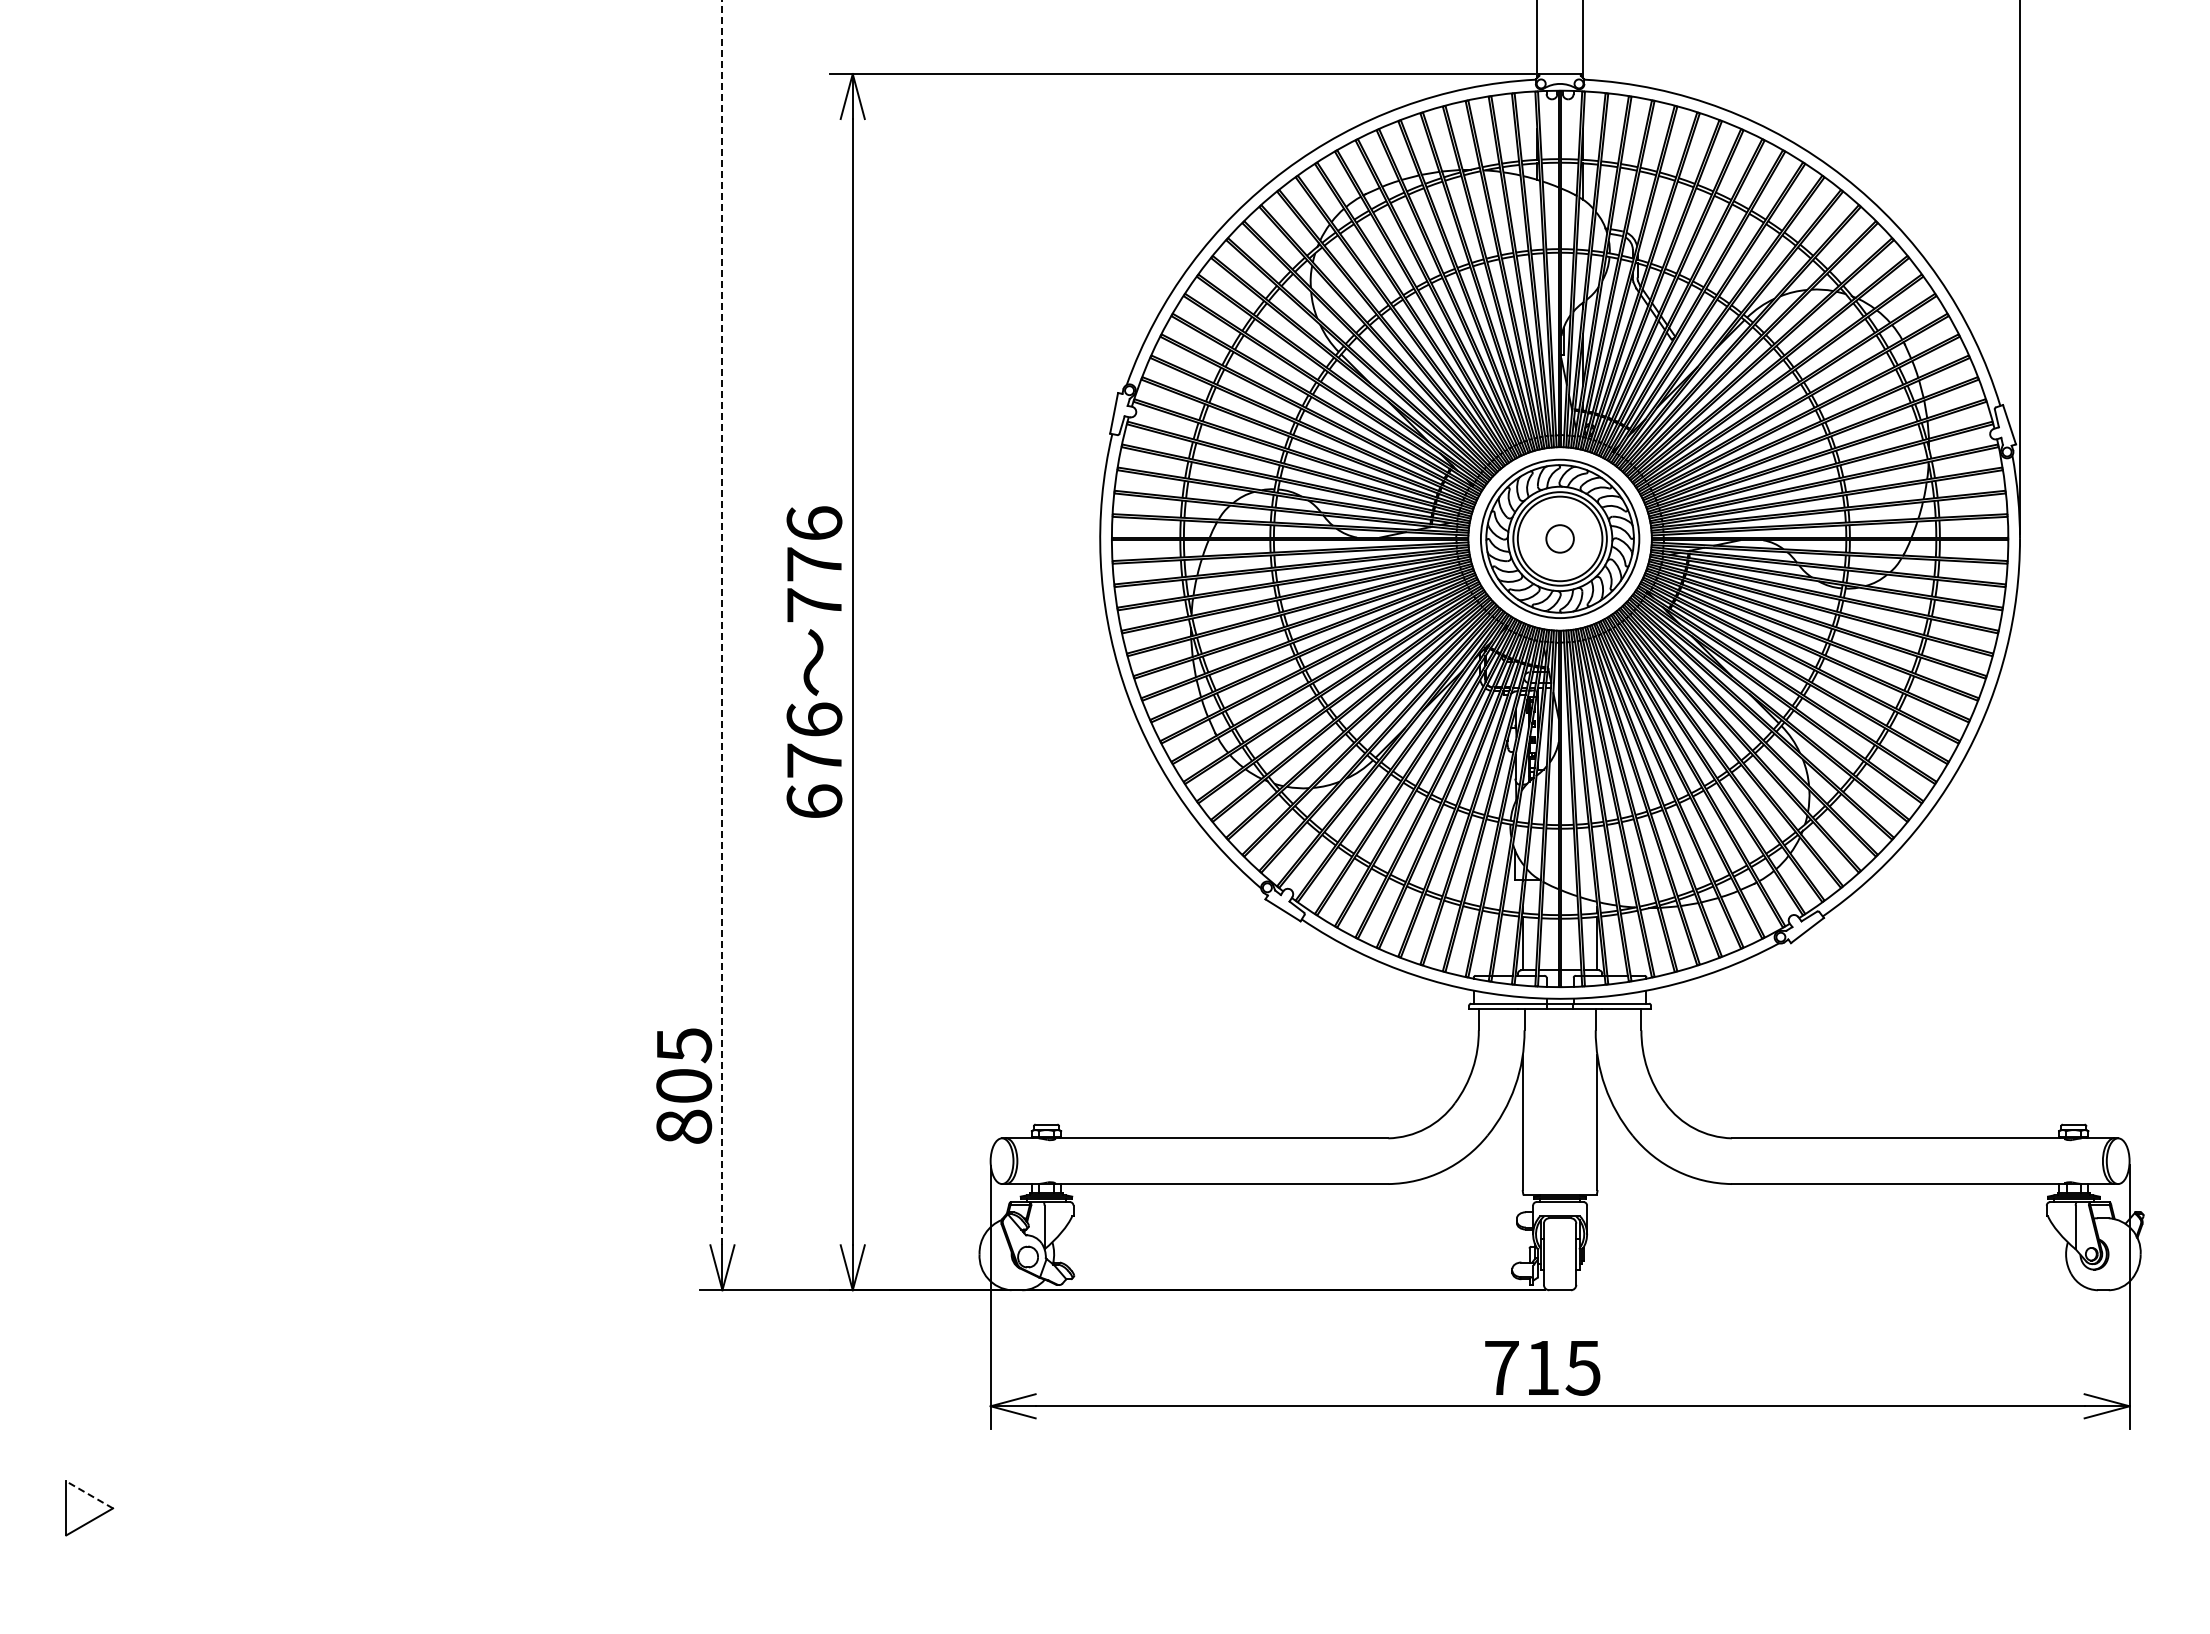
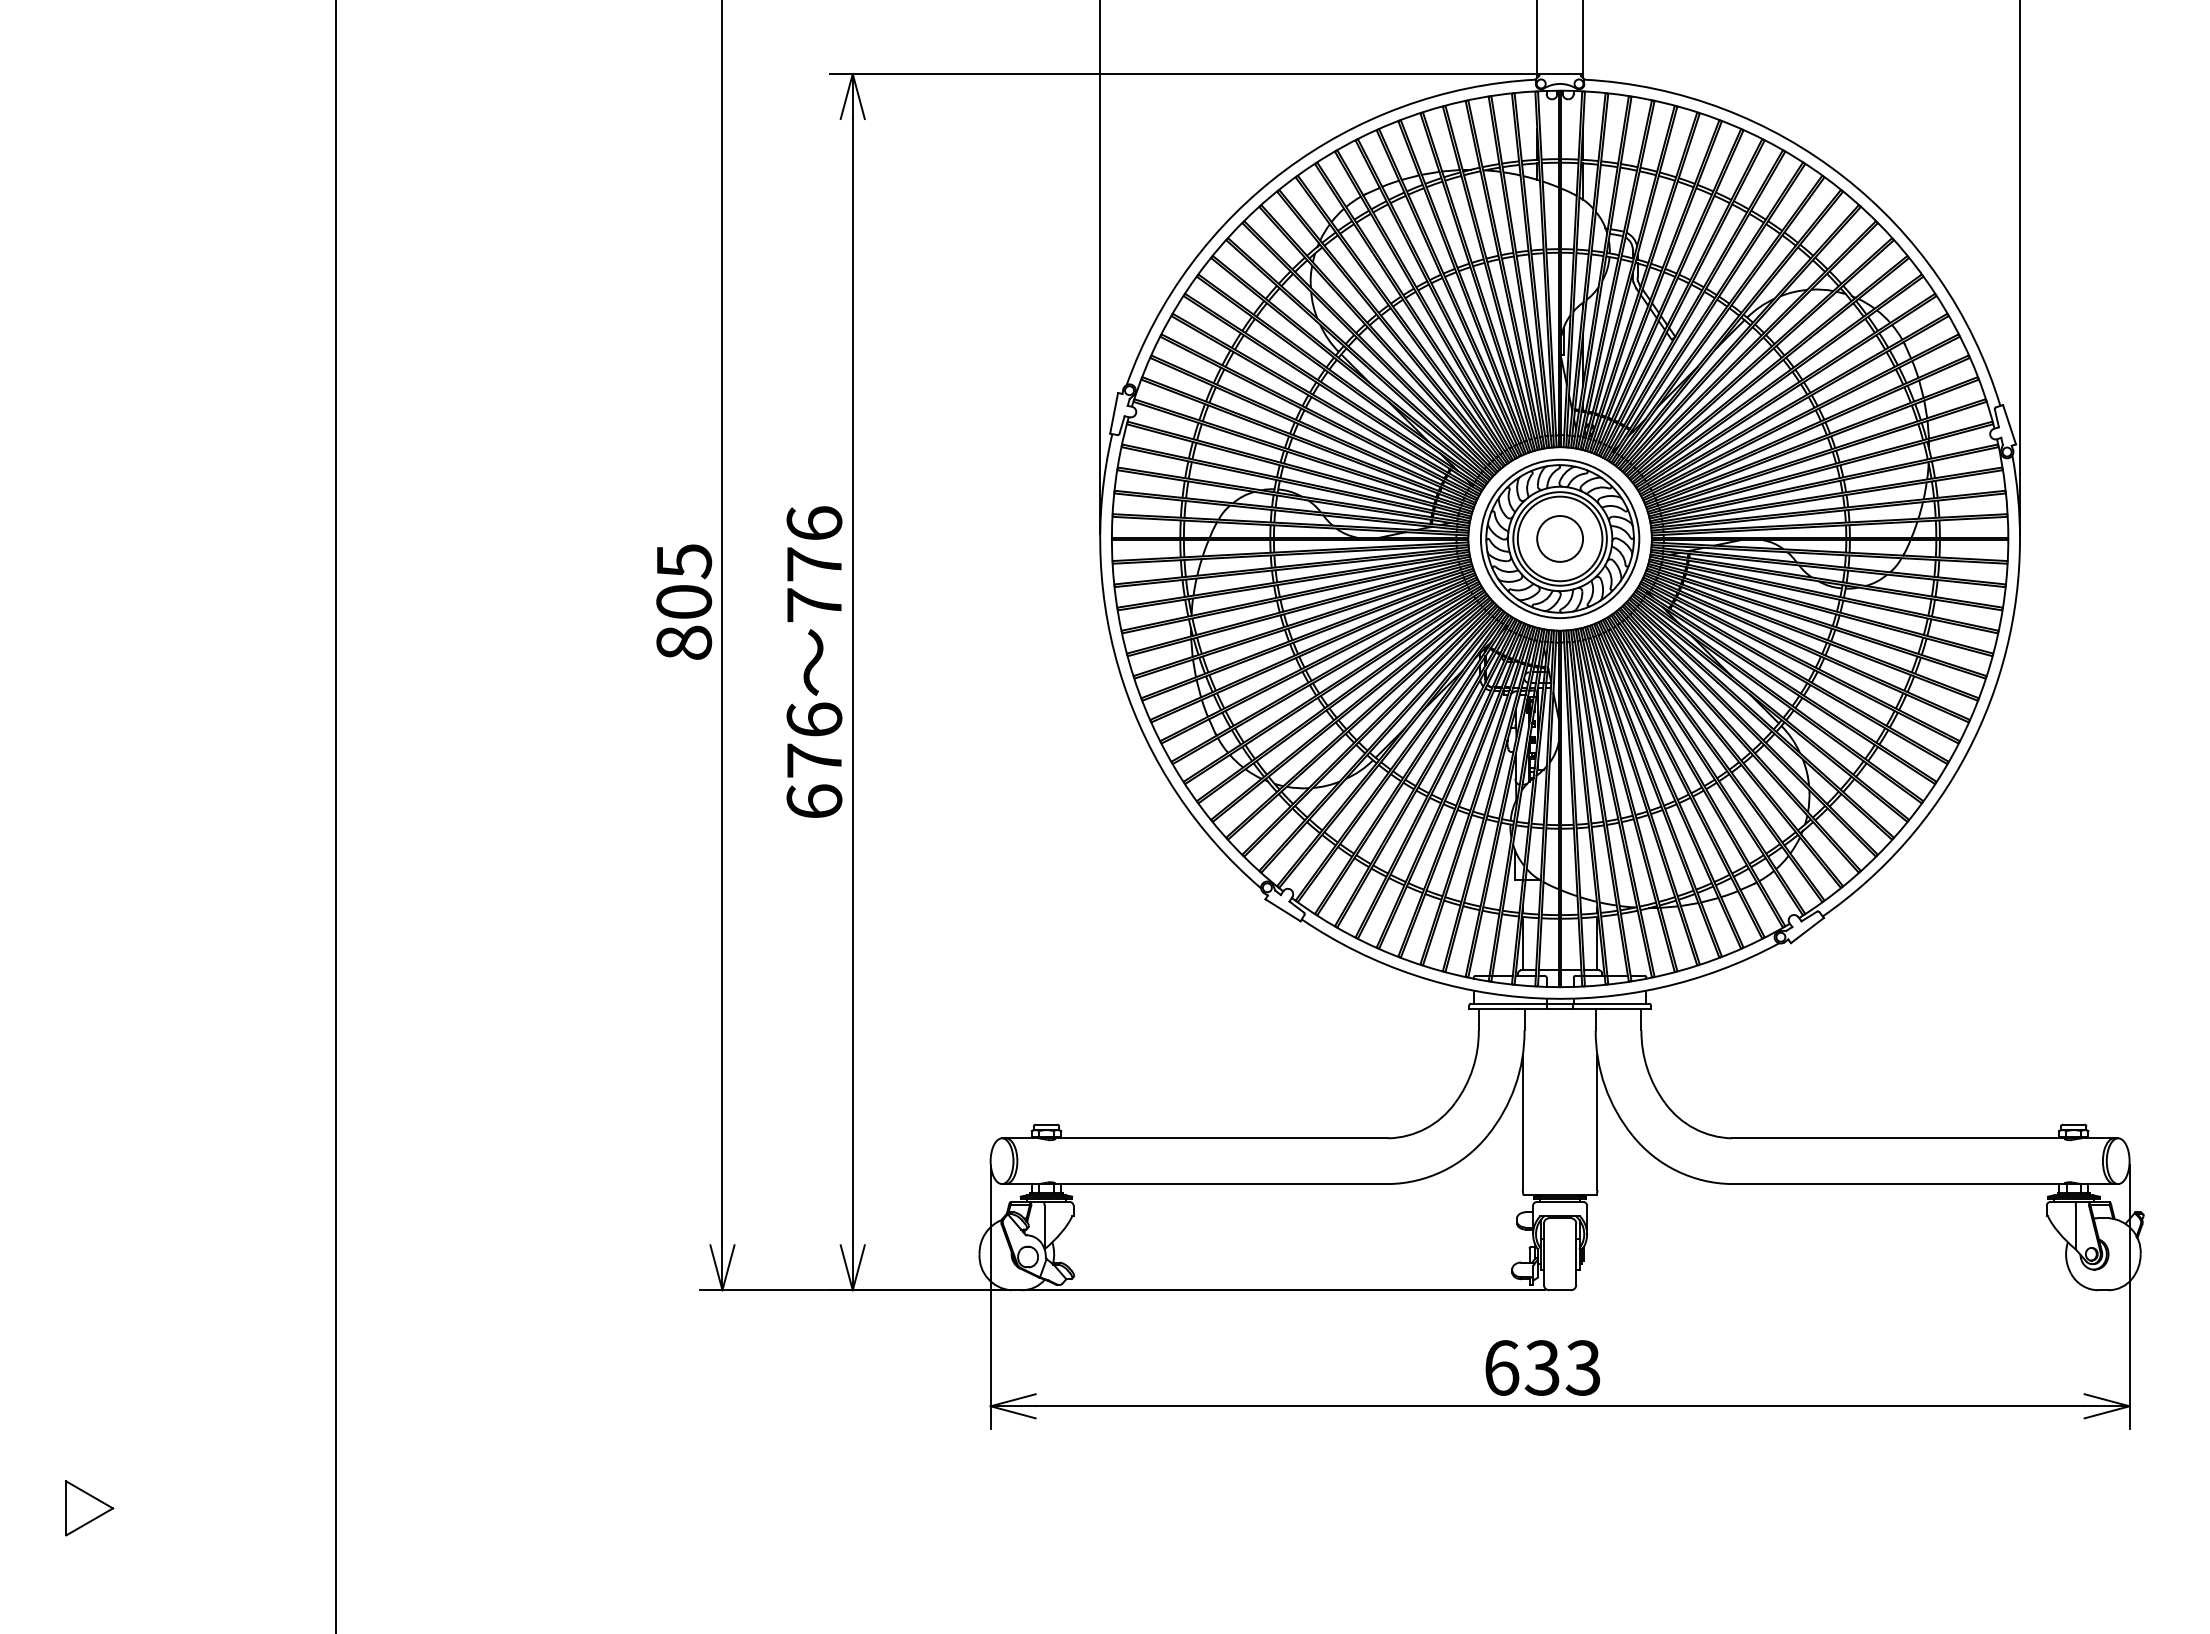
line at (1100, 268): none -> present
circle at (1559, 538) diameter: 28 px -> 46 px
line at (722, 622): dashed -> solid
line at (336, 816): none -> present
text at (684, 1085) position: (684, 1085) -> (684, 601)
text at (1542, 1367): 715 -> 633
line at (89, 1494): dashed -> solid
